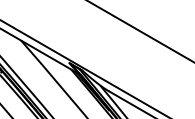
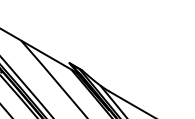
line at (140, 31): present -> none
line at (83, 68): present -> none
